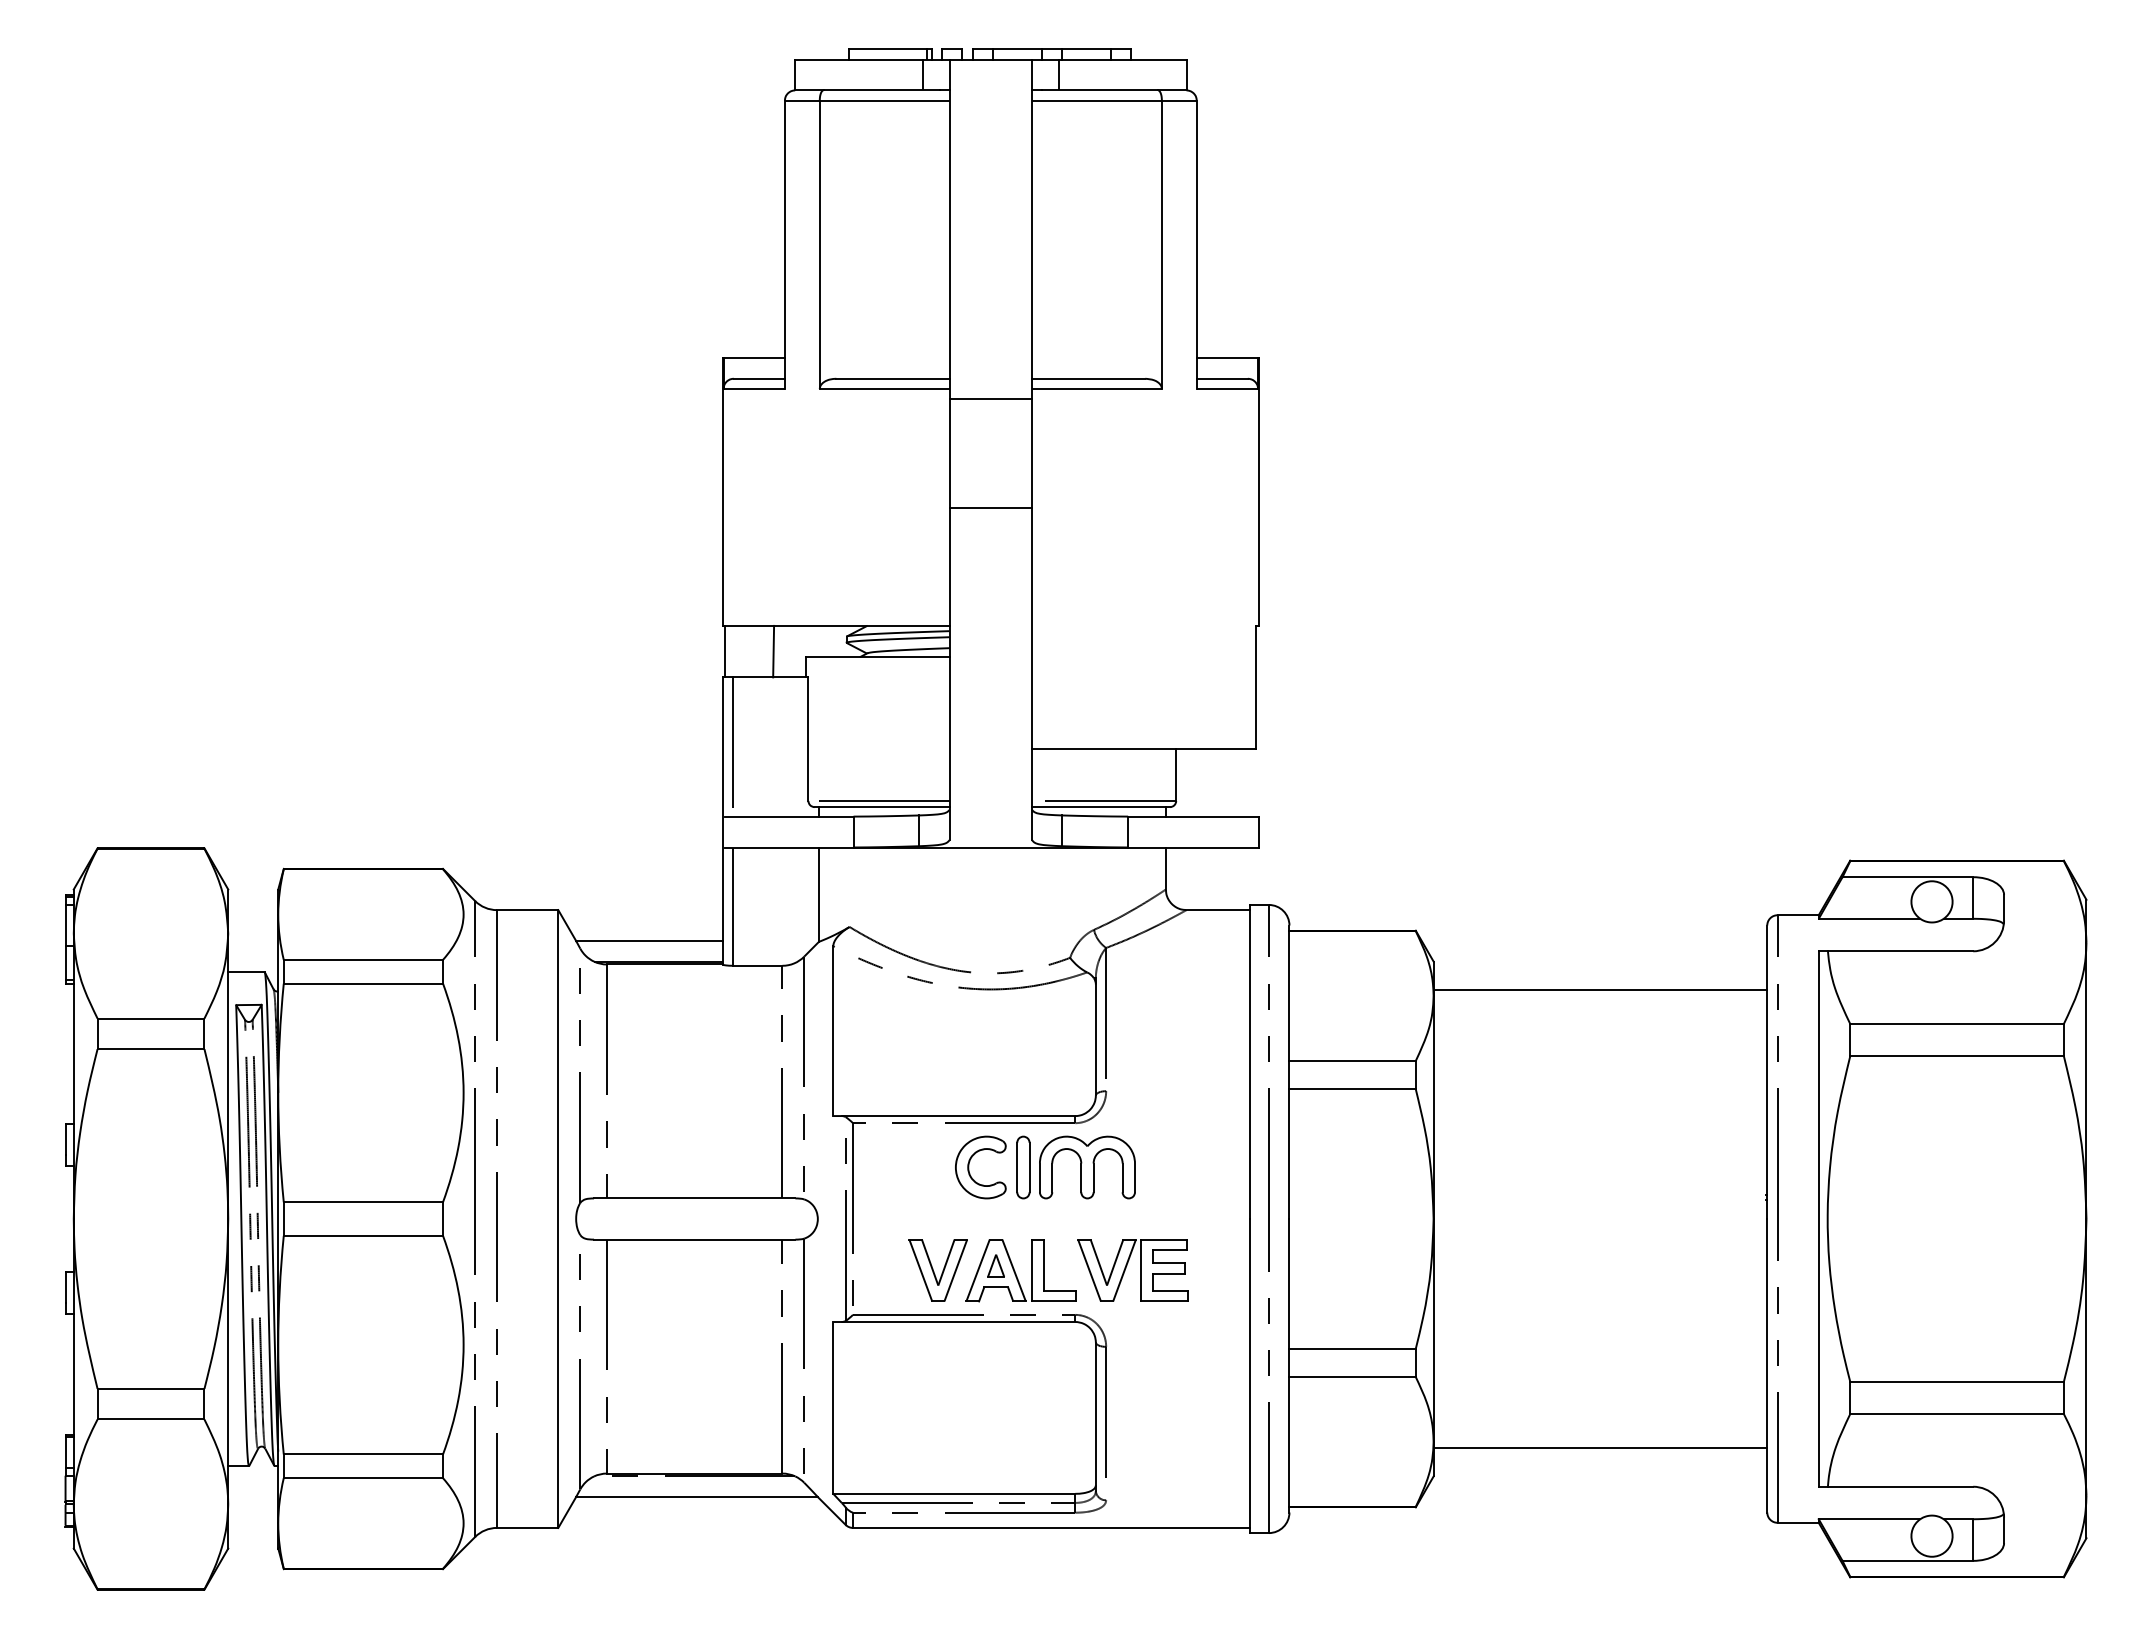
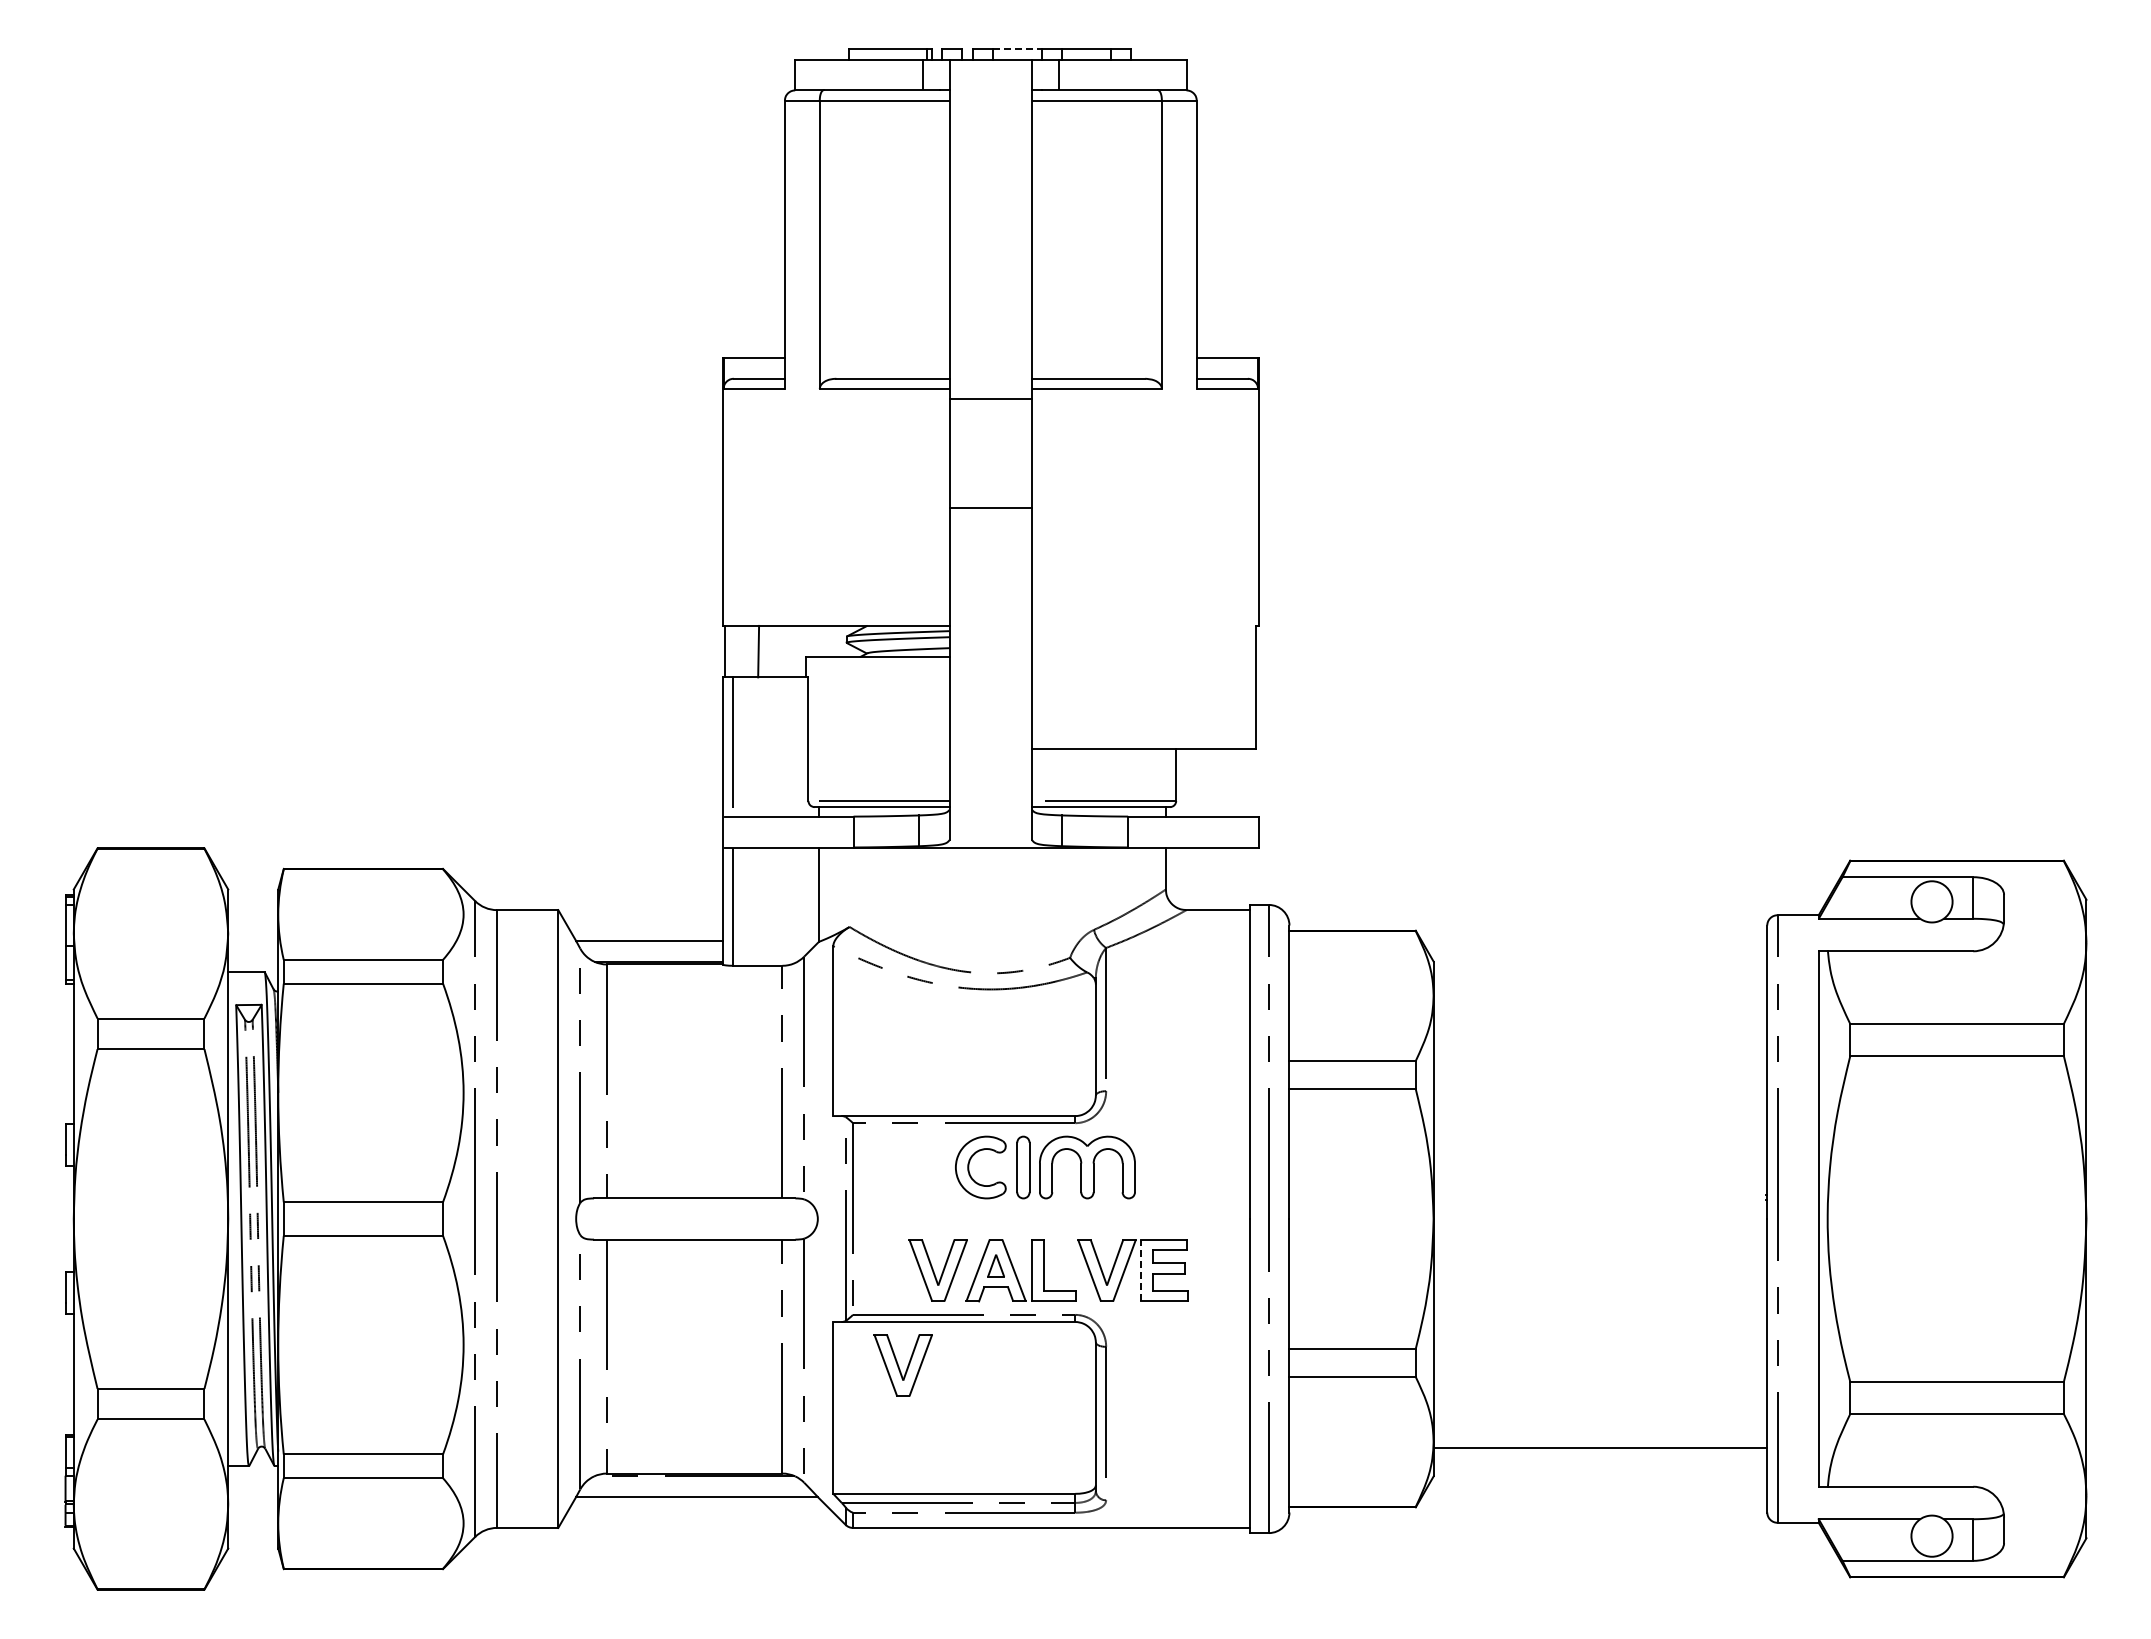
line at (1017, 49): solid -> dashed
line at (773, 651) position: (773, 651) -> (758, 651)
line at (1600, 990): present -> none
line at (1141, 1270): solid -> dashed
part at (902, 1365): none -> present
